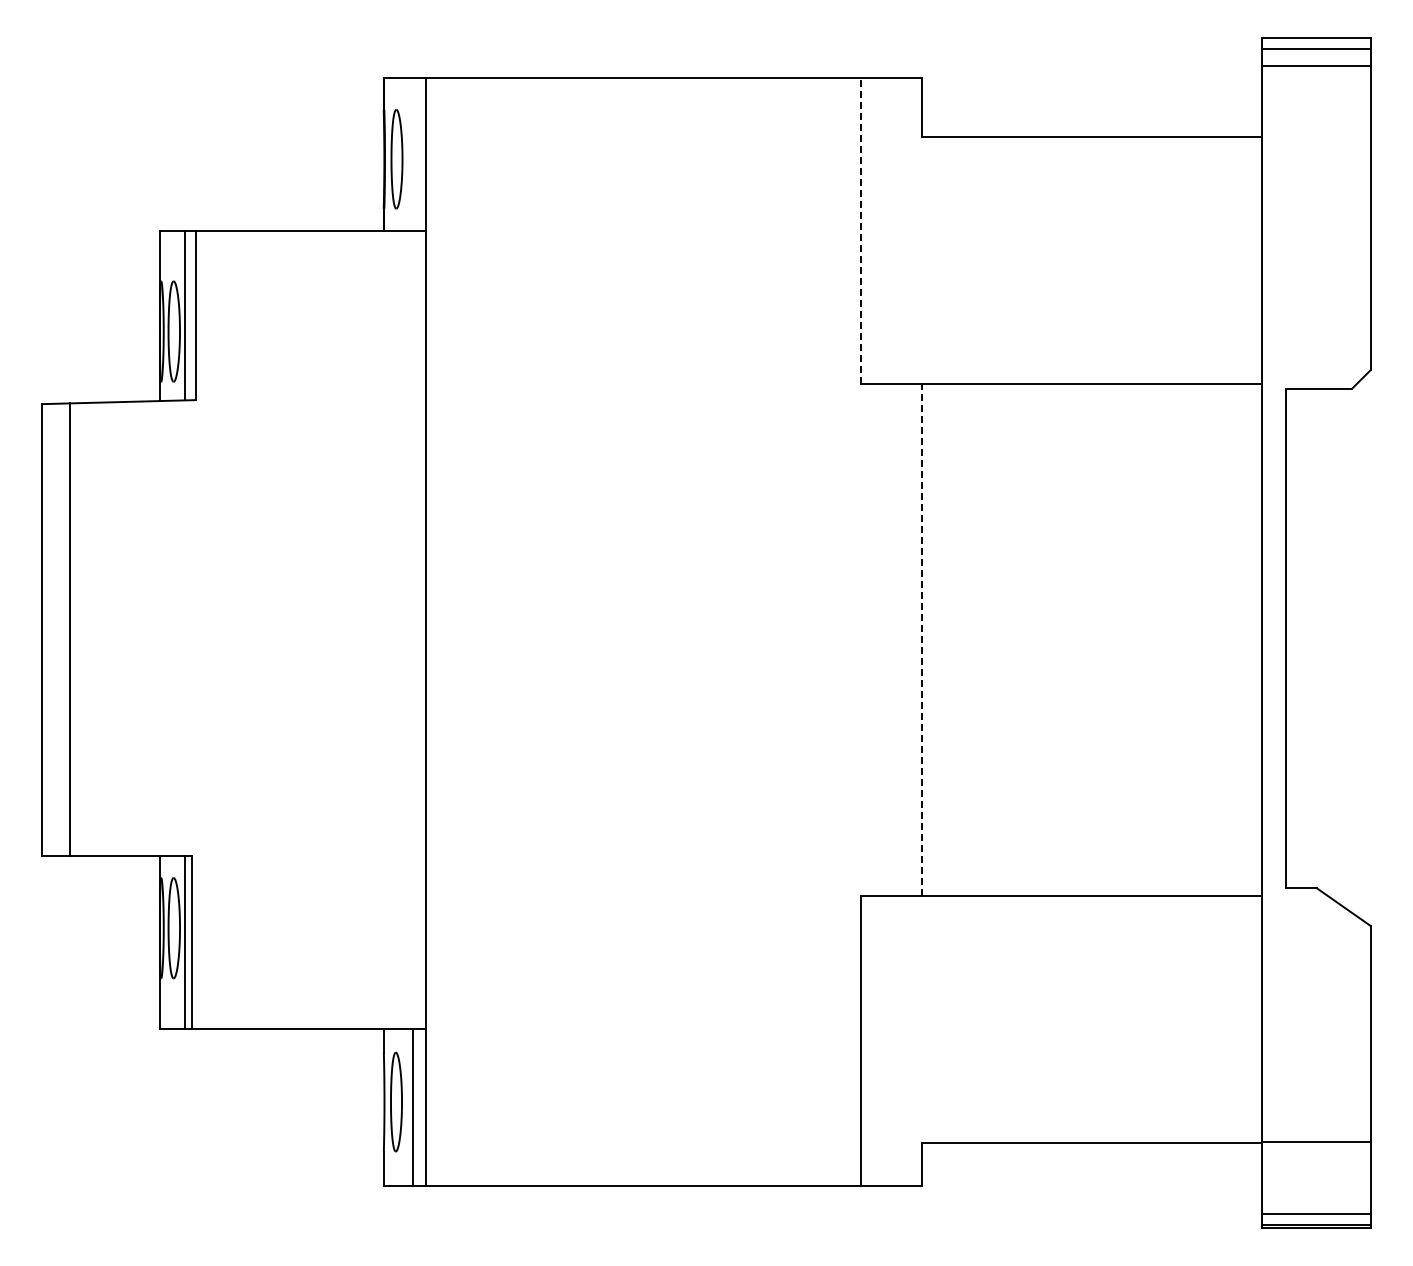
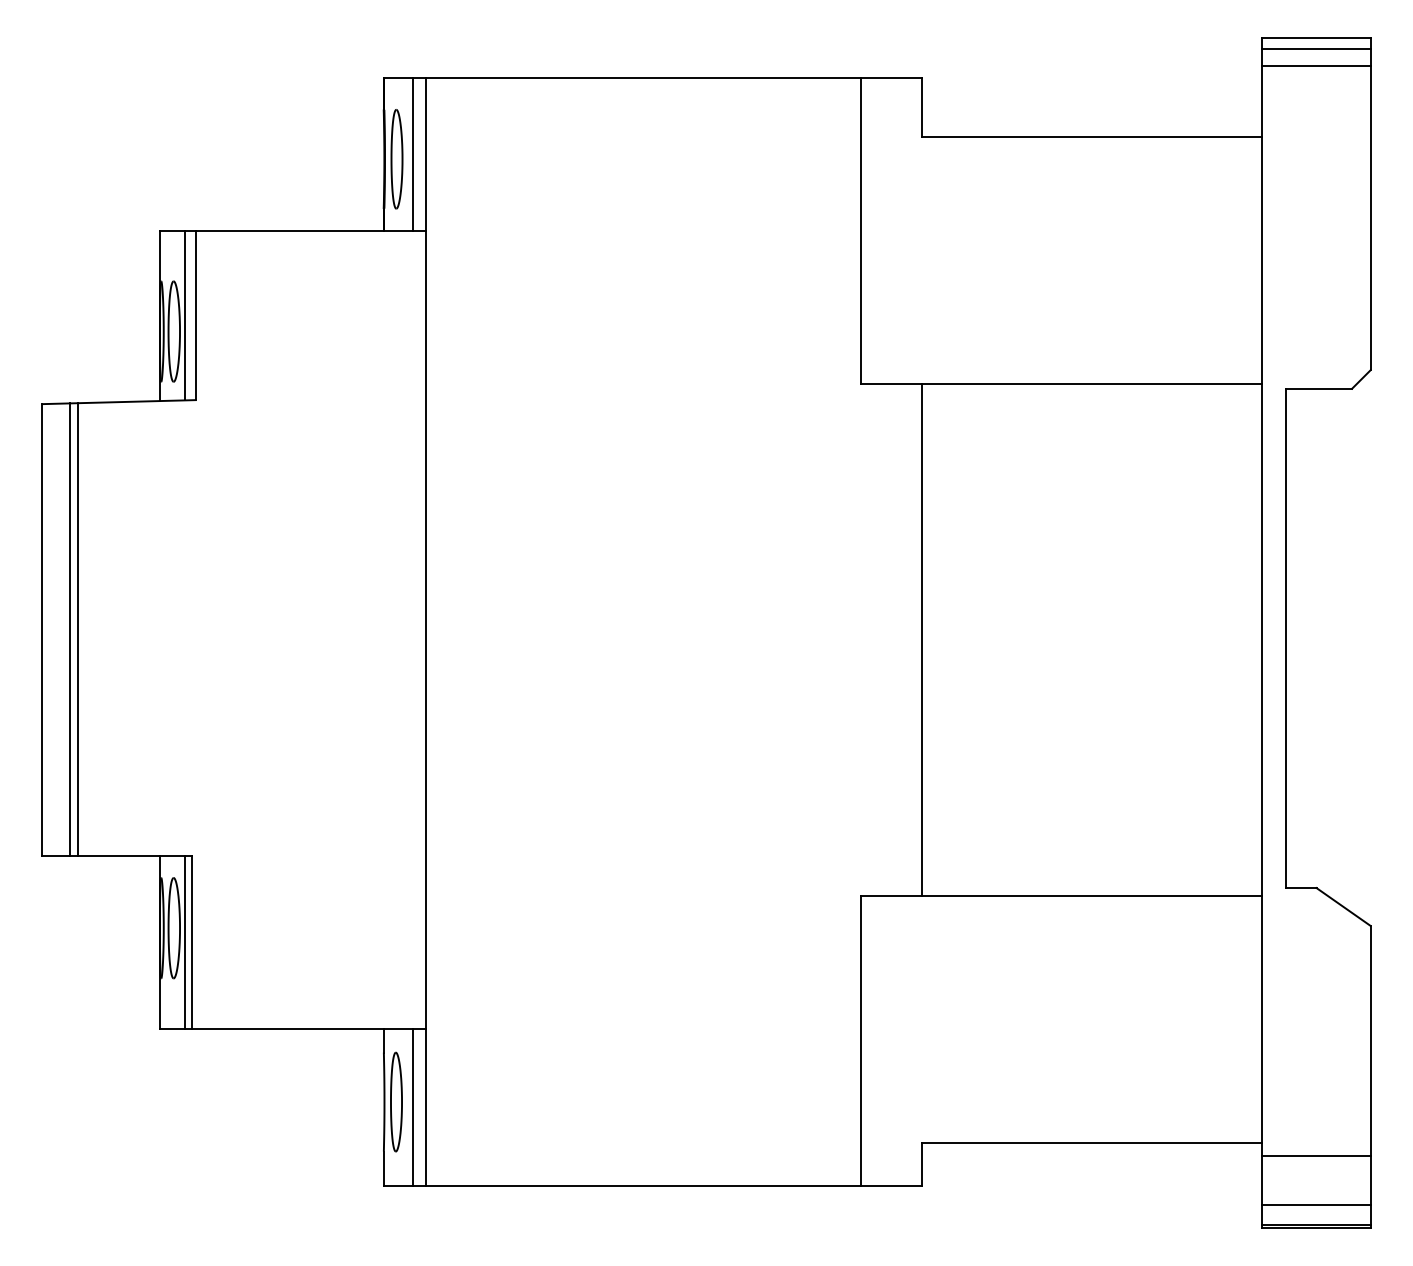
line at (412, 154): none -> present
line at (860, 230): dashed -> solid
line at (78, 629): none -> present
line at (922, 640): dashed -> solid
line at (1316, 1142) position: (1316, 1142) -> (1316, 1156)
line at (1316, 1213) position: (1316, 1213) -> (1316, 1204)
